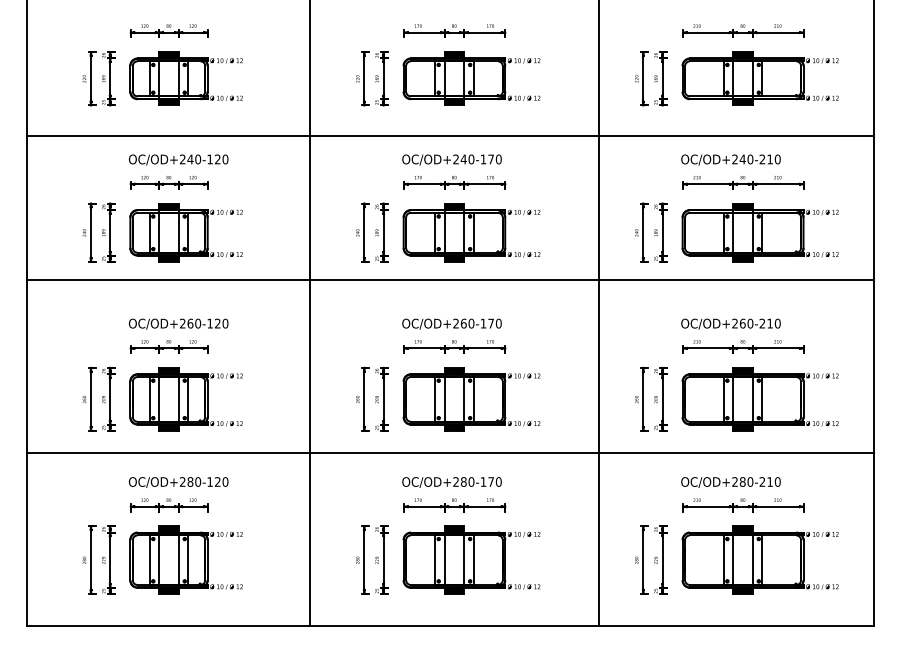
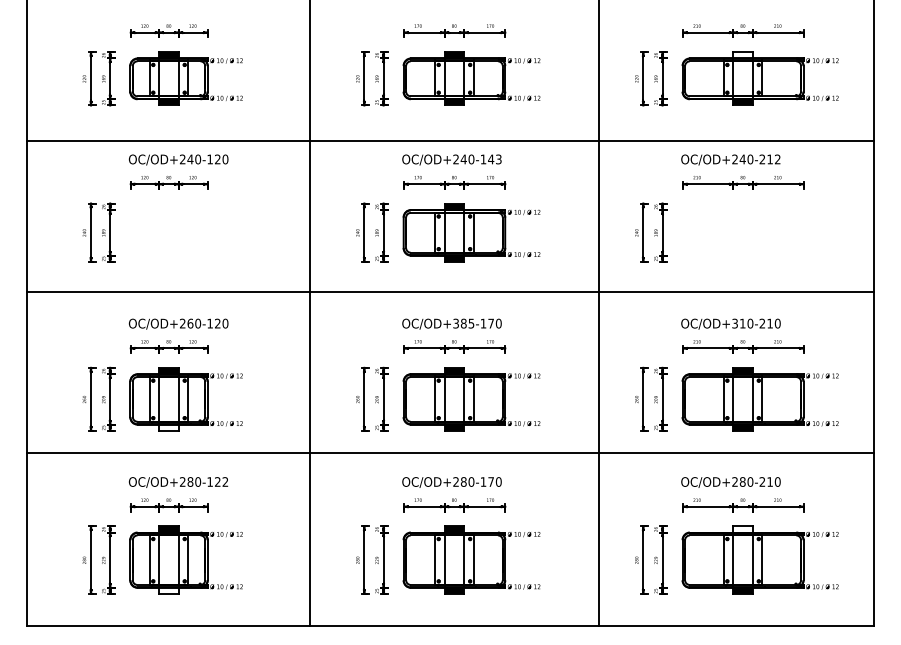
fill at (742, 55): present -> none
line at (450, 135) position: (450, 135) -> (450, 140)
text at (494, 159): OC/OD+240-170 -> OC/OD+240-143
text at (777, 159): OC/OD+240-210 -> OC/OD+240-212
part at (185, 232): present -> none
part at (759, 232): present -> none
line at (450, 279) position: (450, 279) -> (450, 291)
text at (463, 323): OC/OD+260-170 -> OC/OD+385-170
text at (738, 323): OC/OD+260-210 -> OC/OD+310-210
fill at (168, 427): present -> none
text at (225, 481): OC/OD+280-120 -> OC/OD+280-122
fill at (742, 529): present -> none
fill at (168, 590): present -> none
